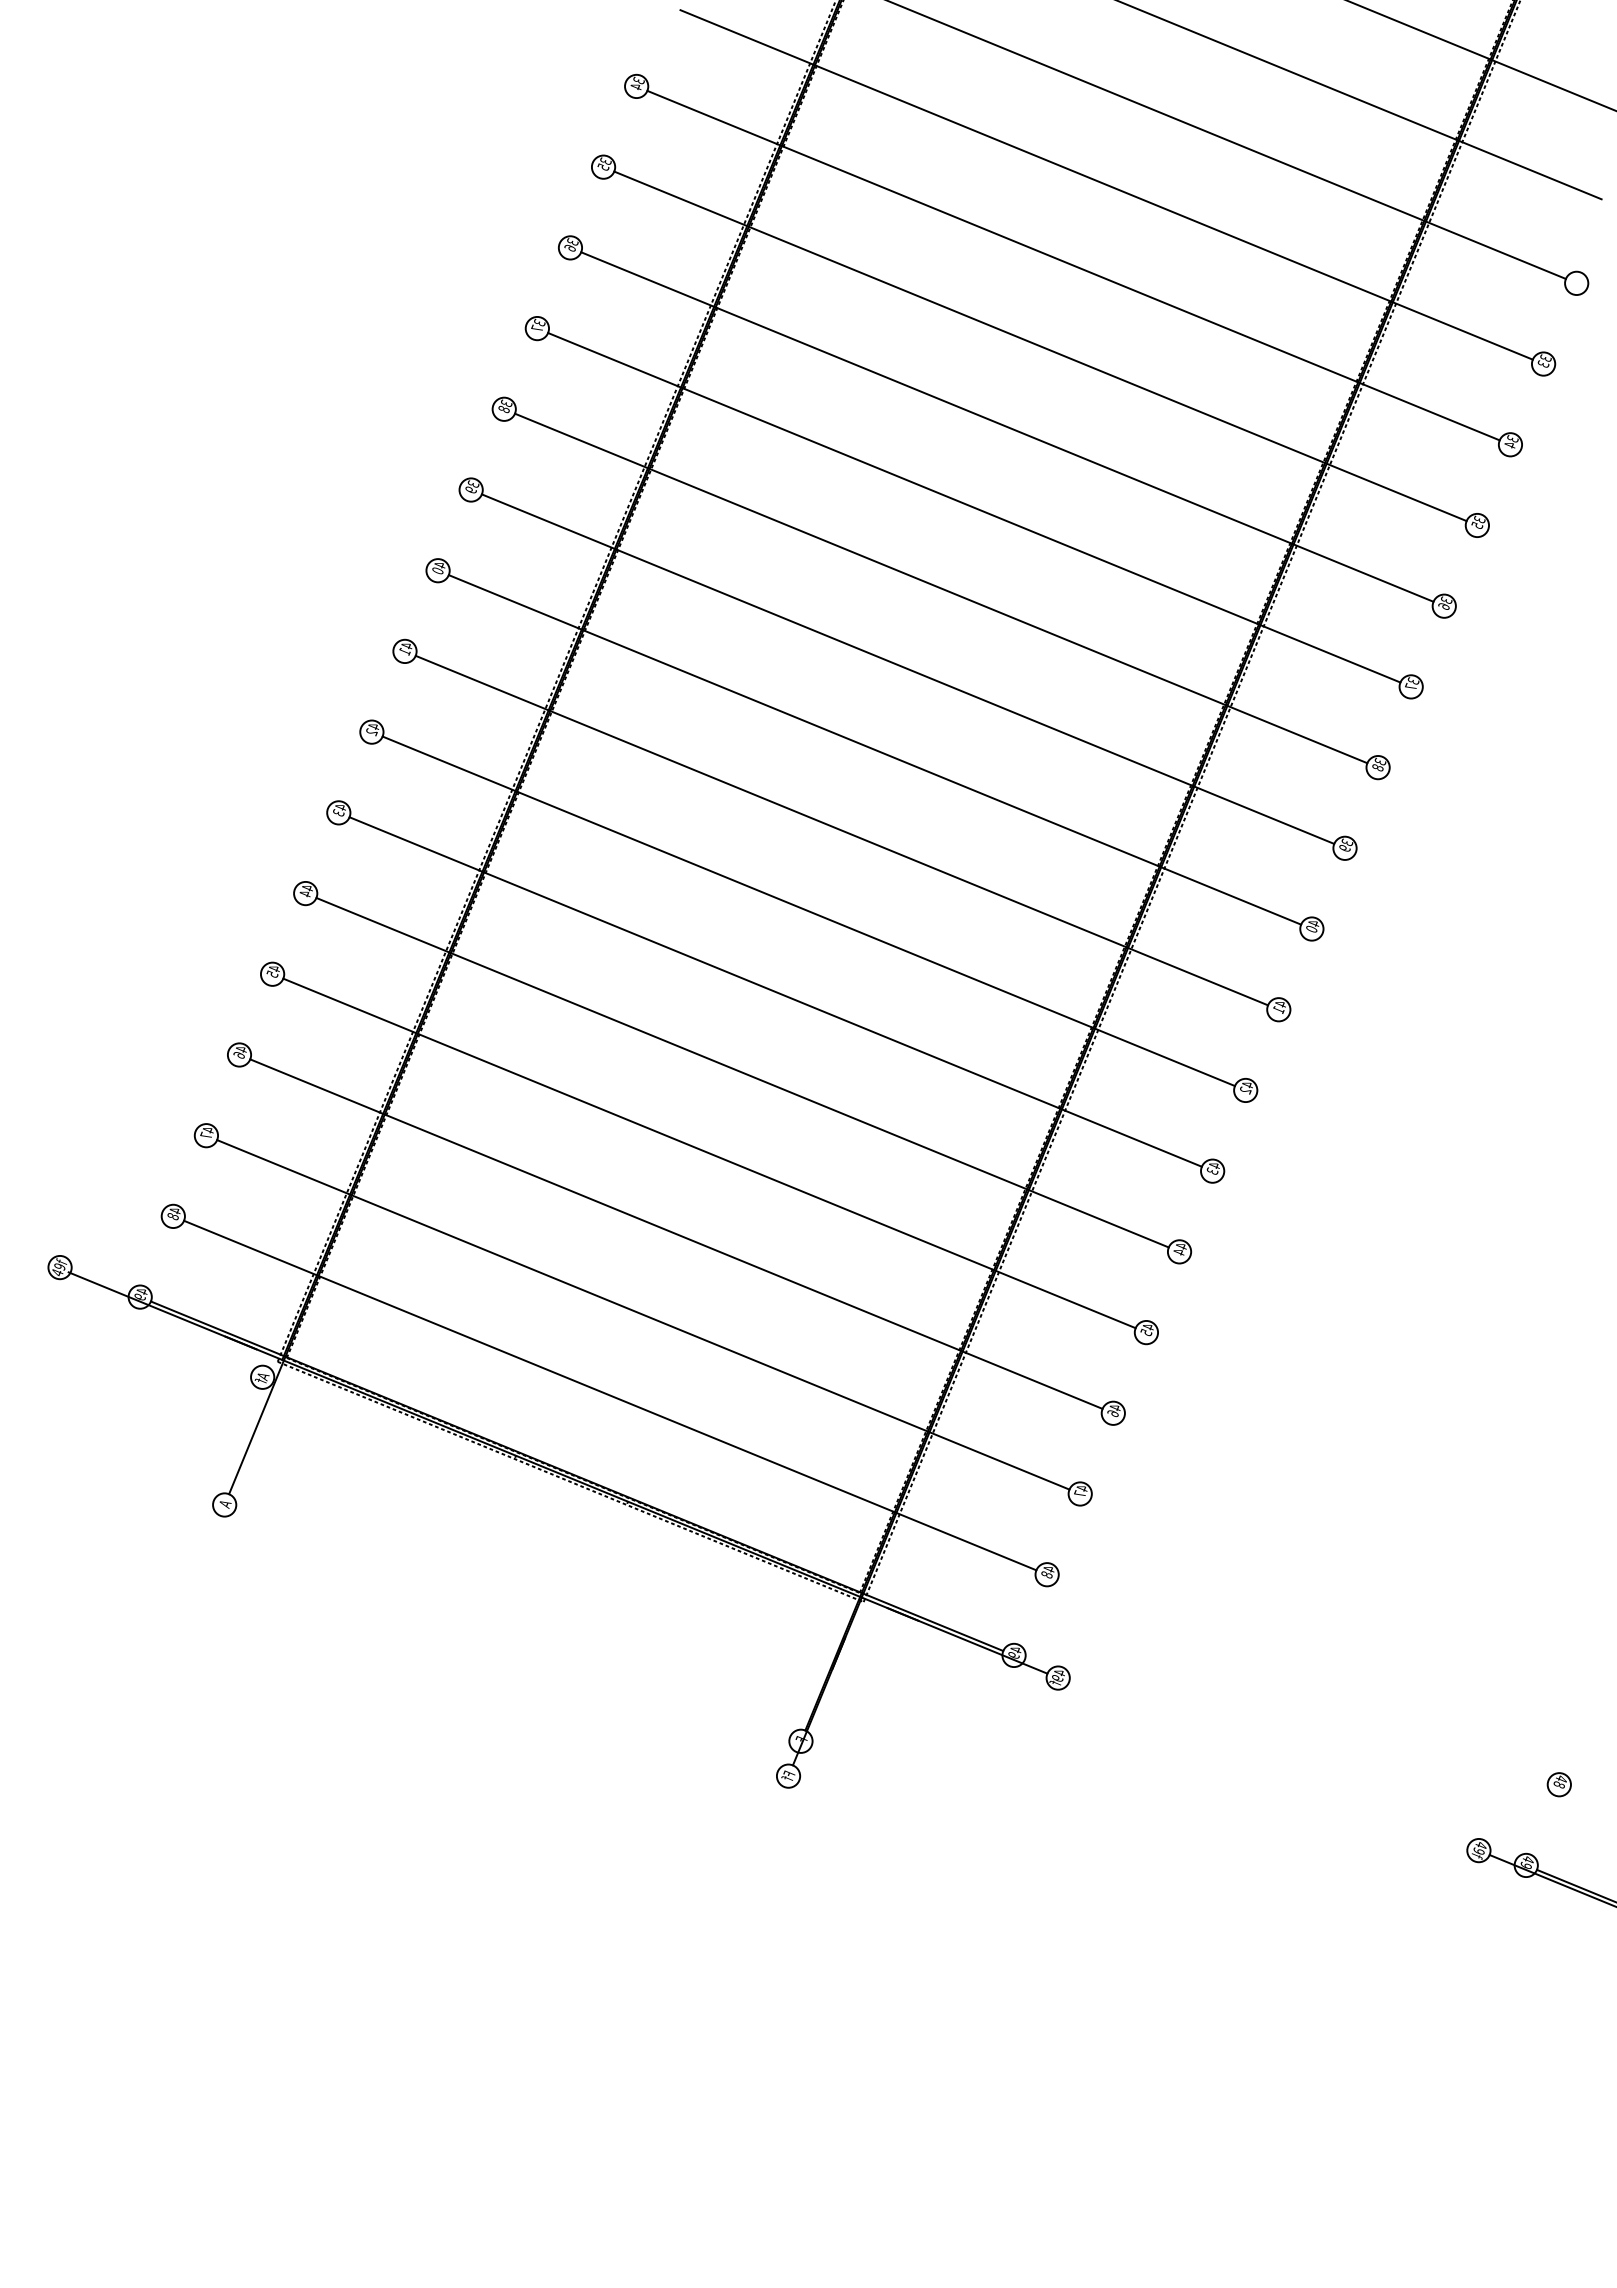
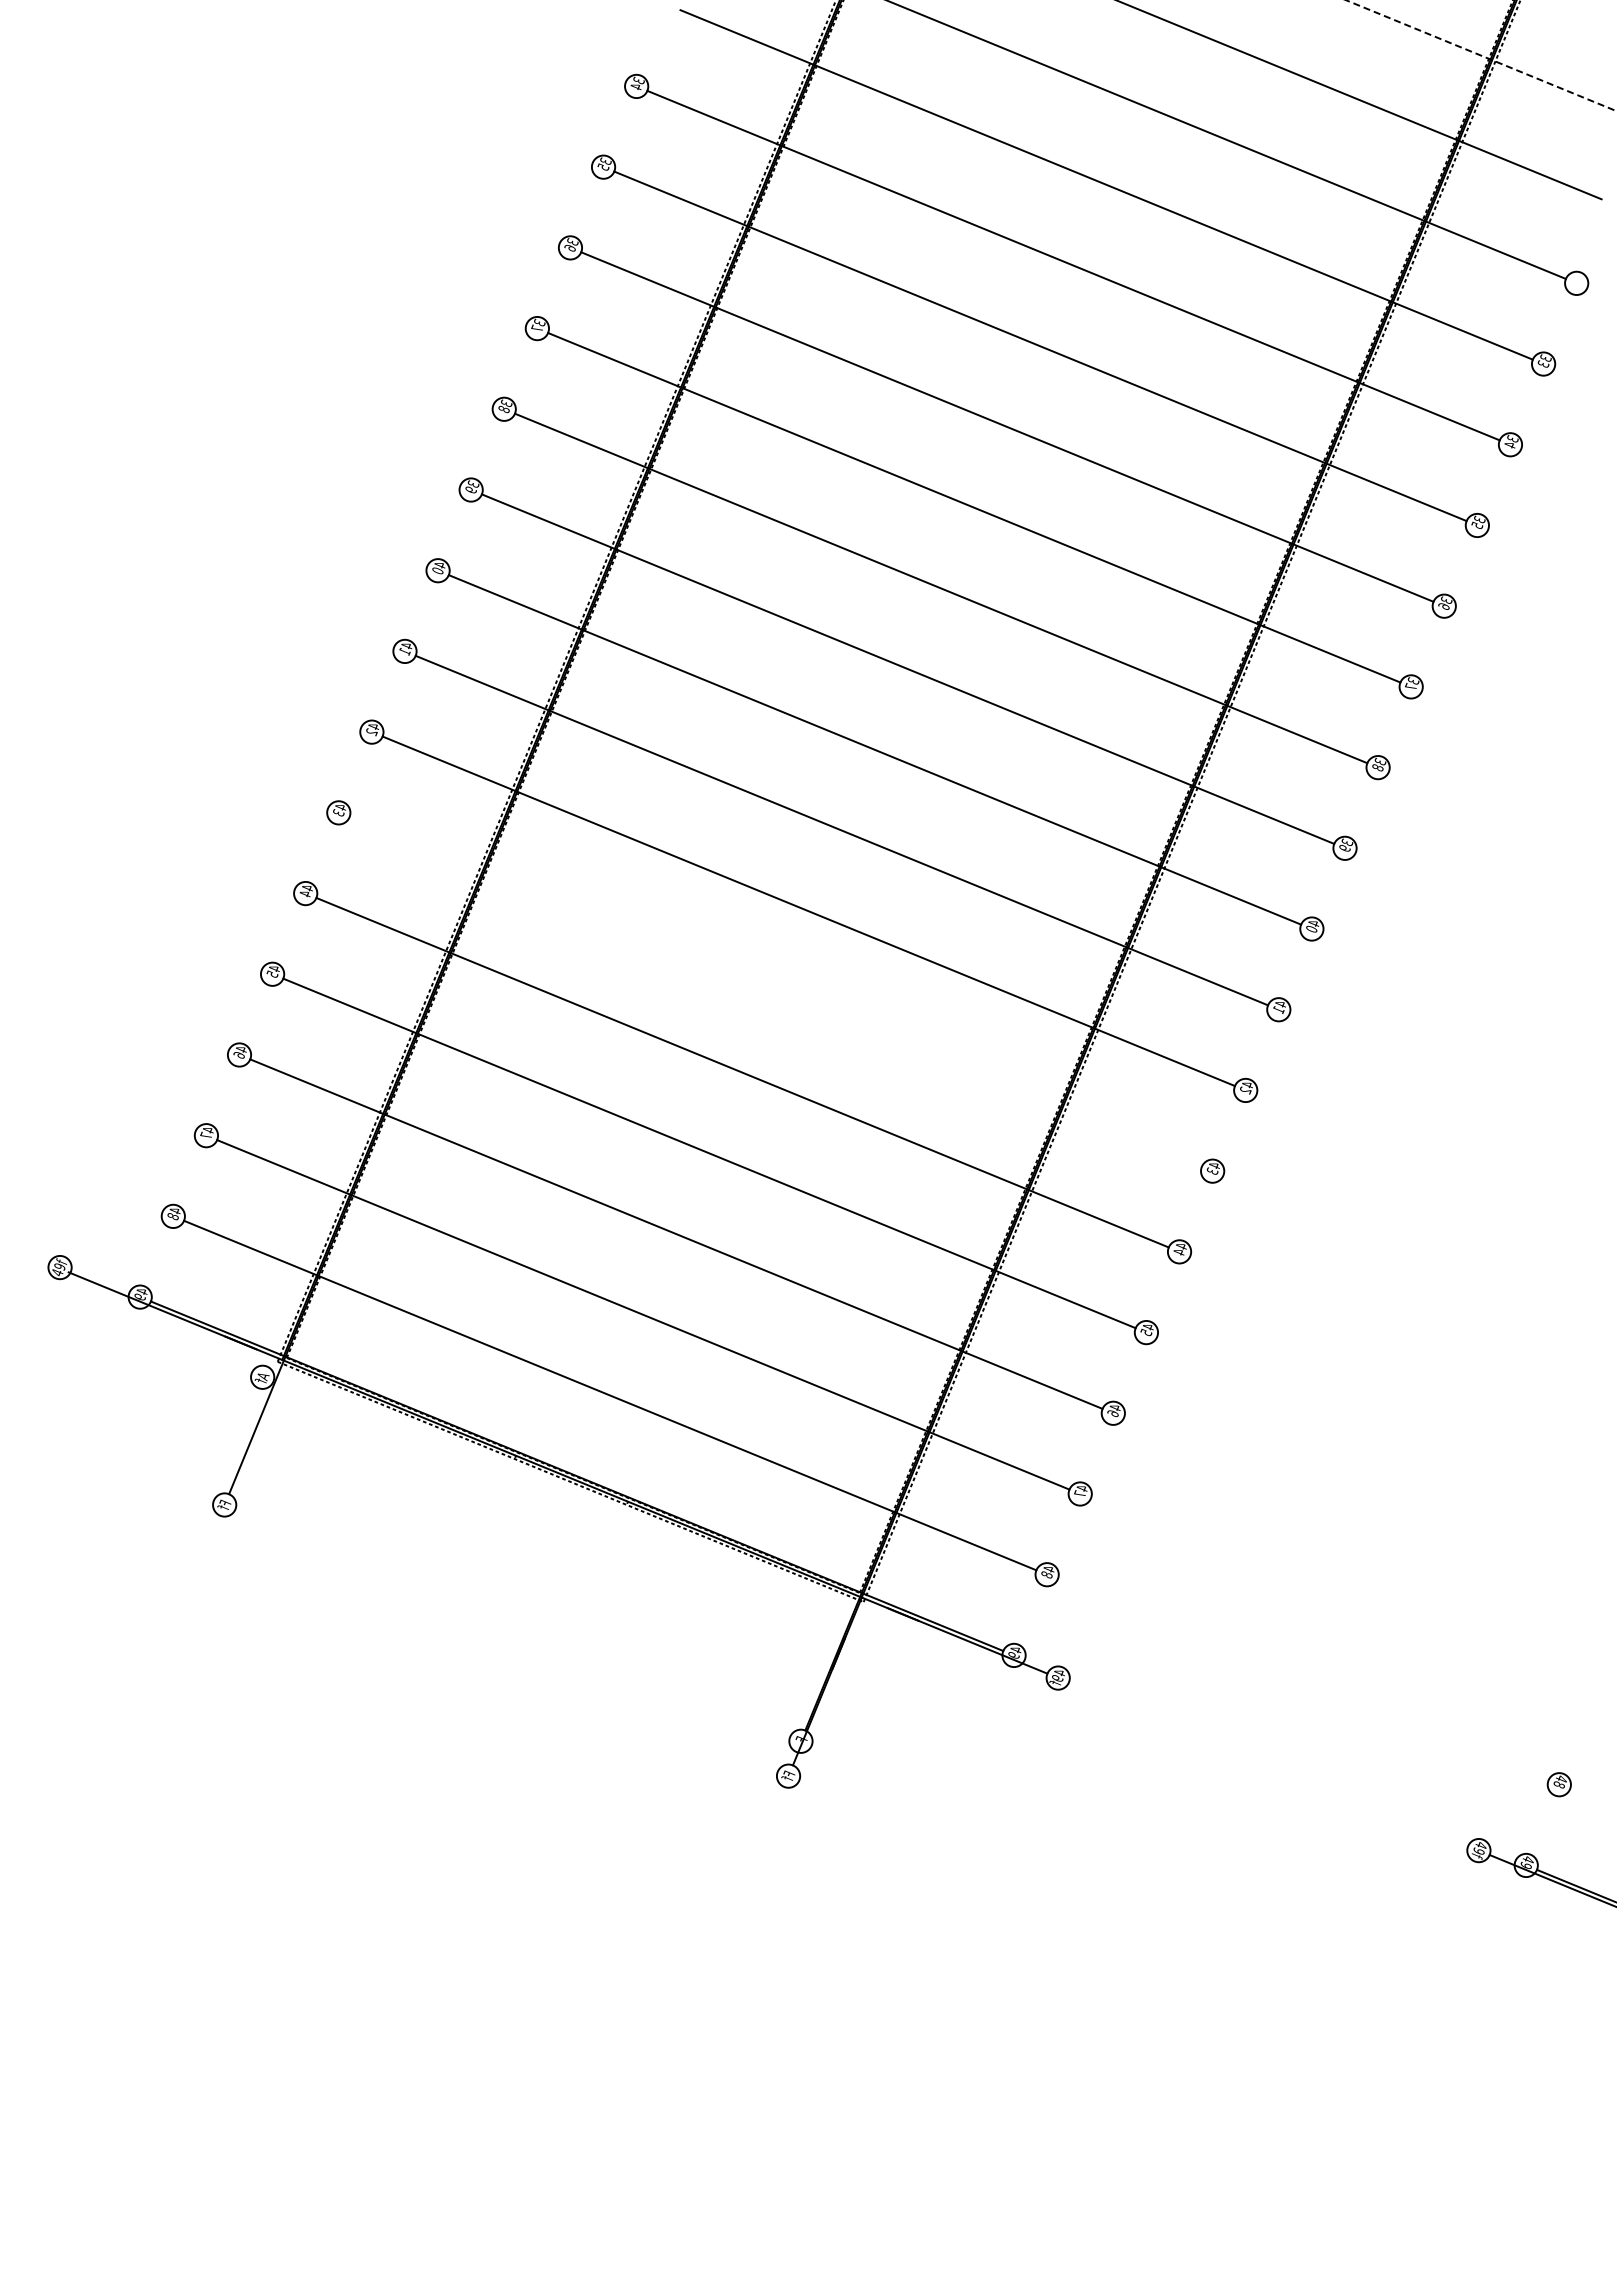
line at (1481, 55): solid -> dashed
line at (775, 991): present -> none
text at (224, 1504): A -> Ff
